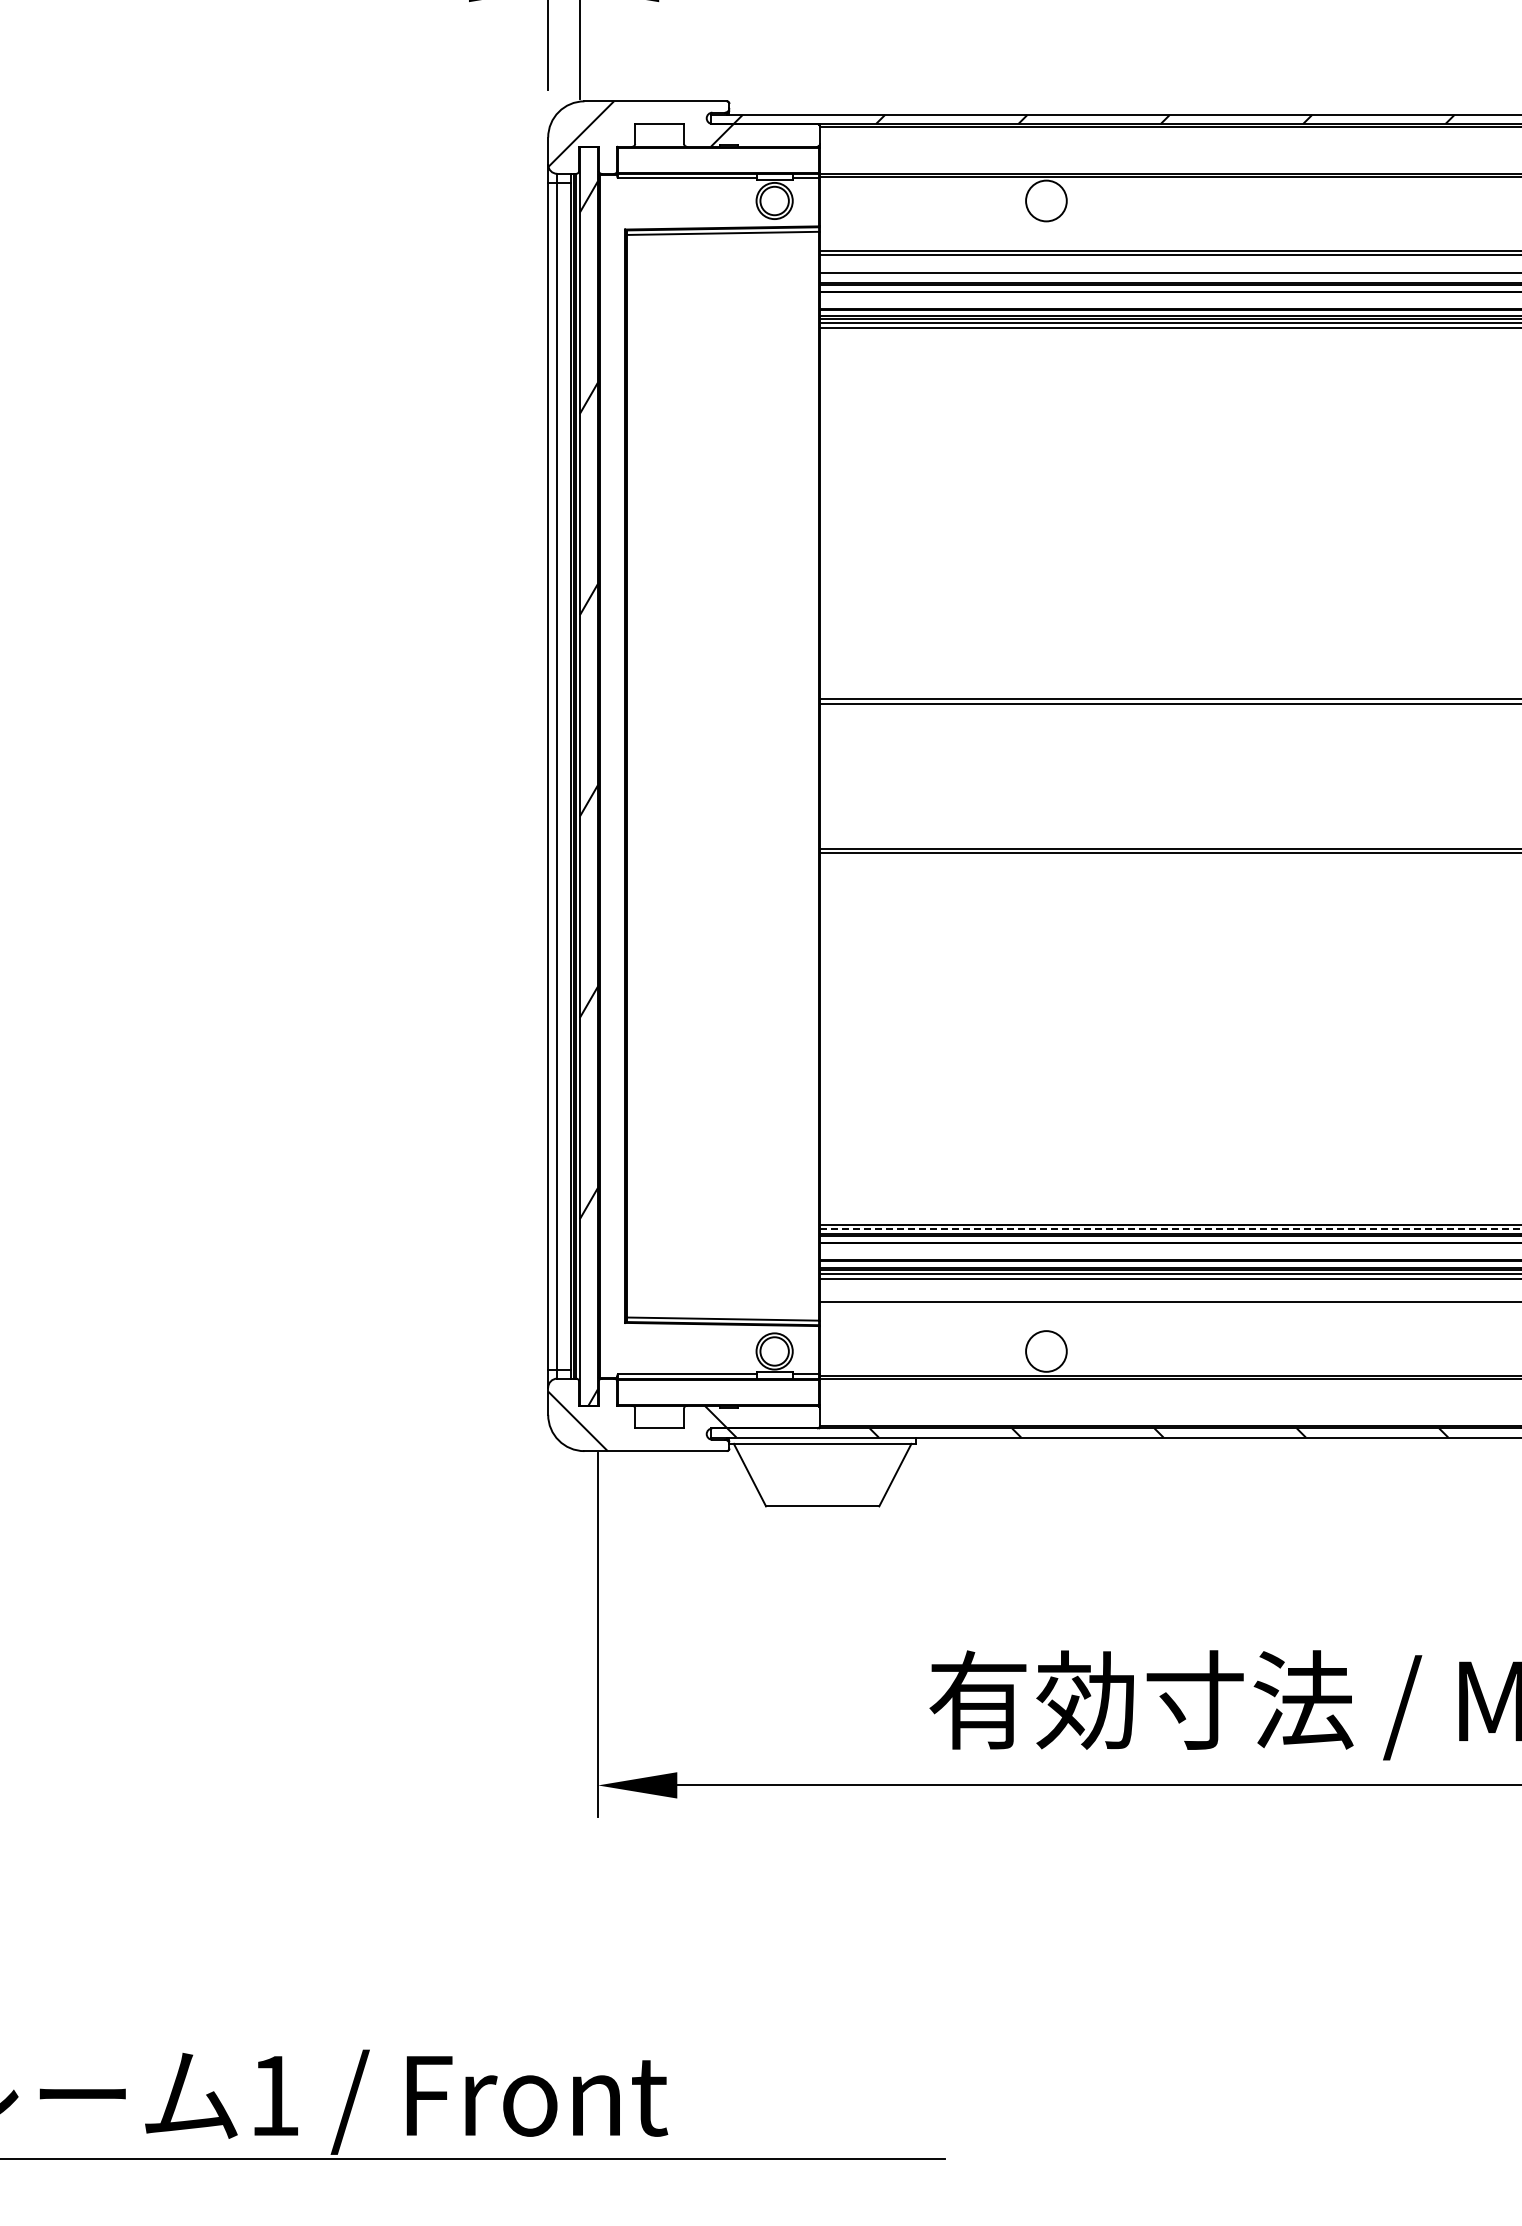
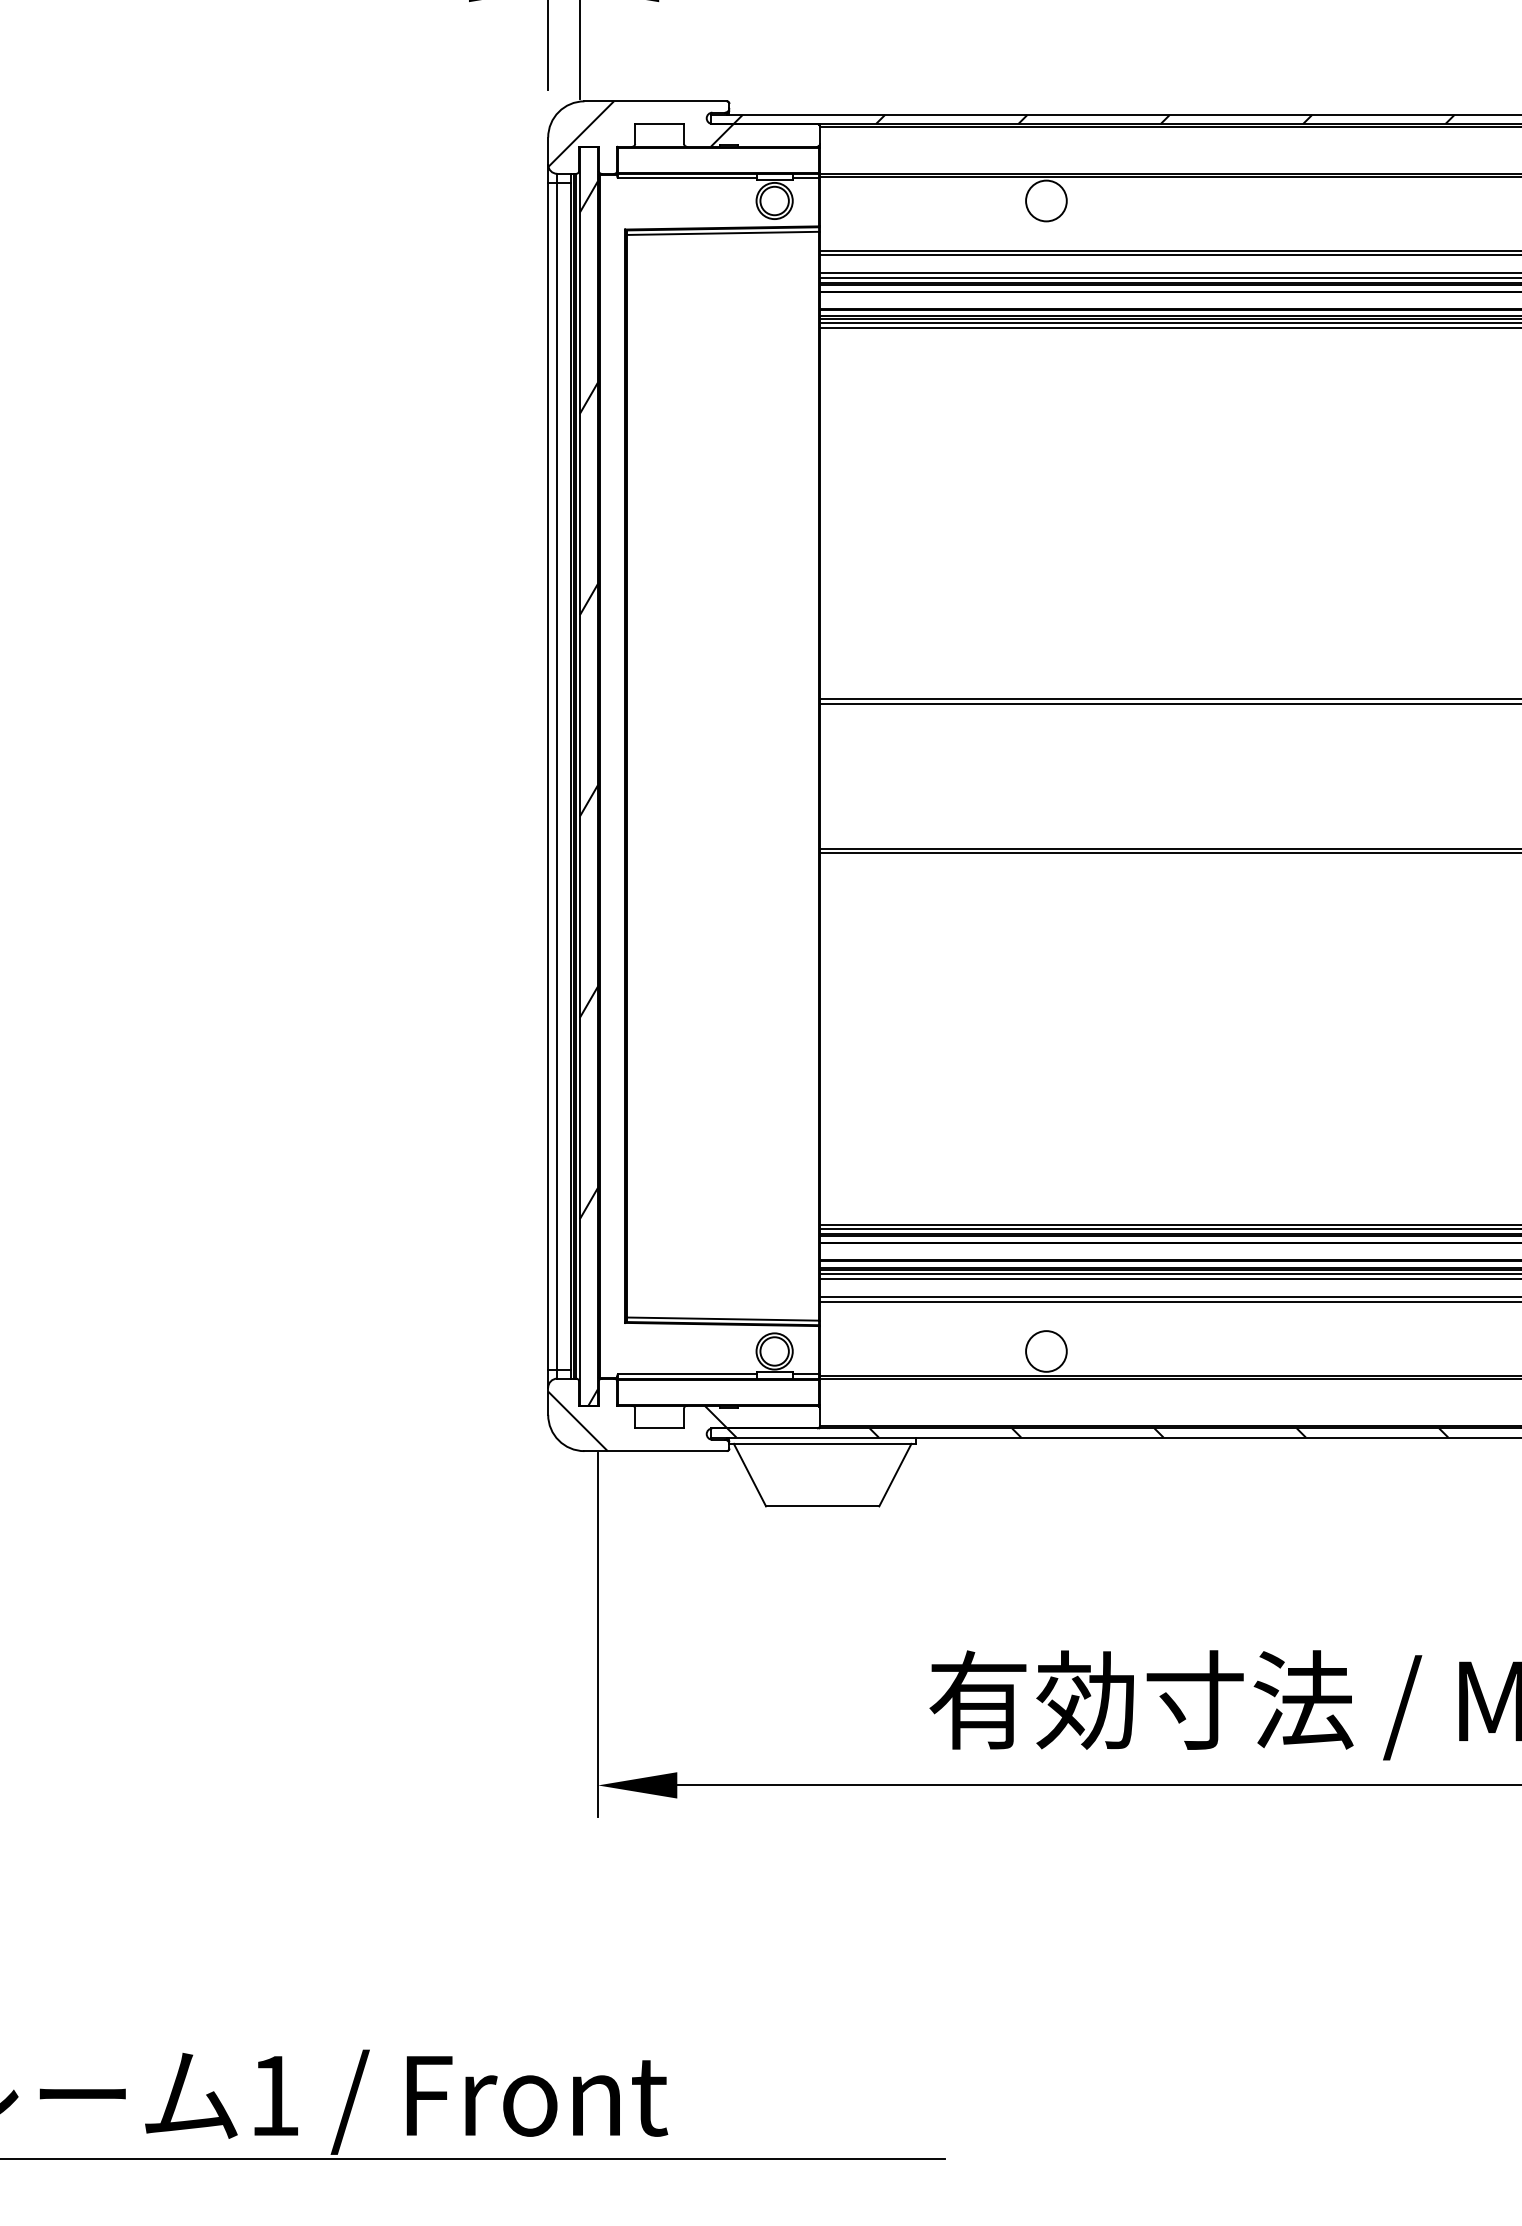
line at (1168, 278): none -> present
line at (1170, 1229): dashed -> solid
line at (1168, 1297): none -> present
